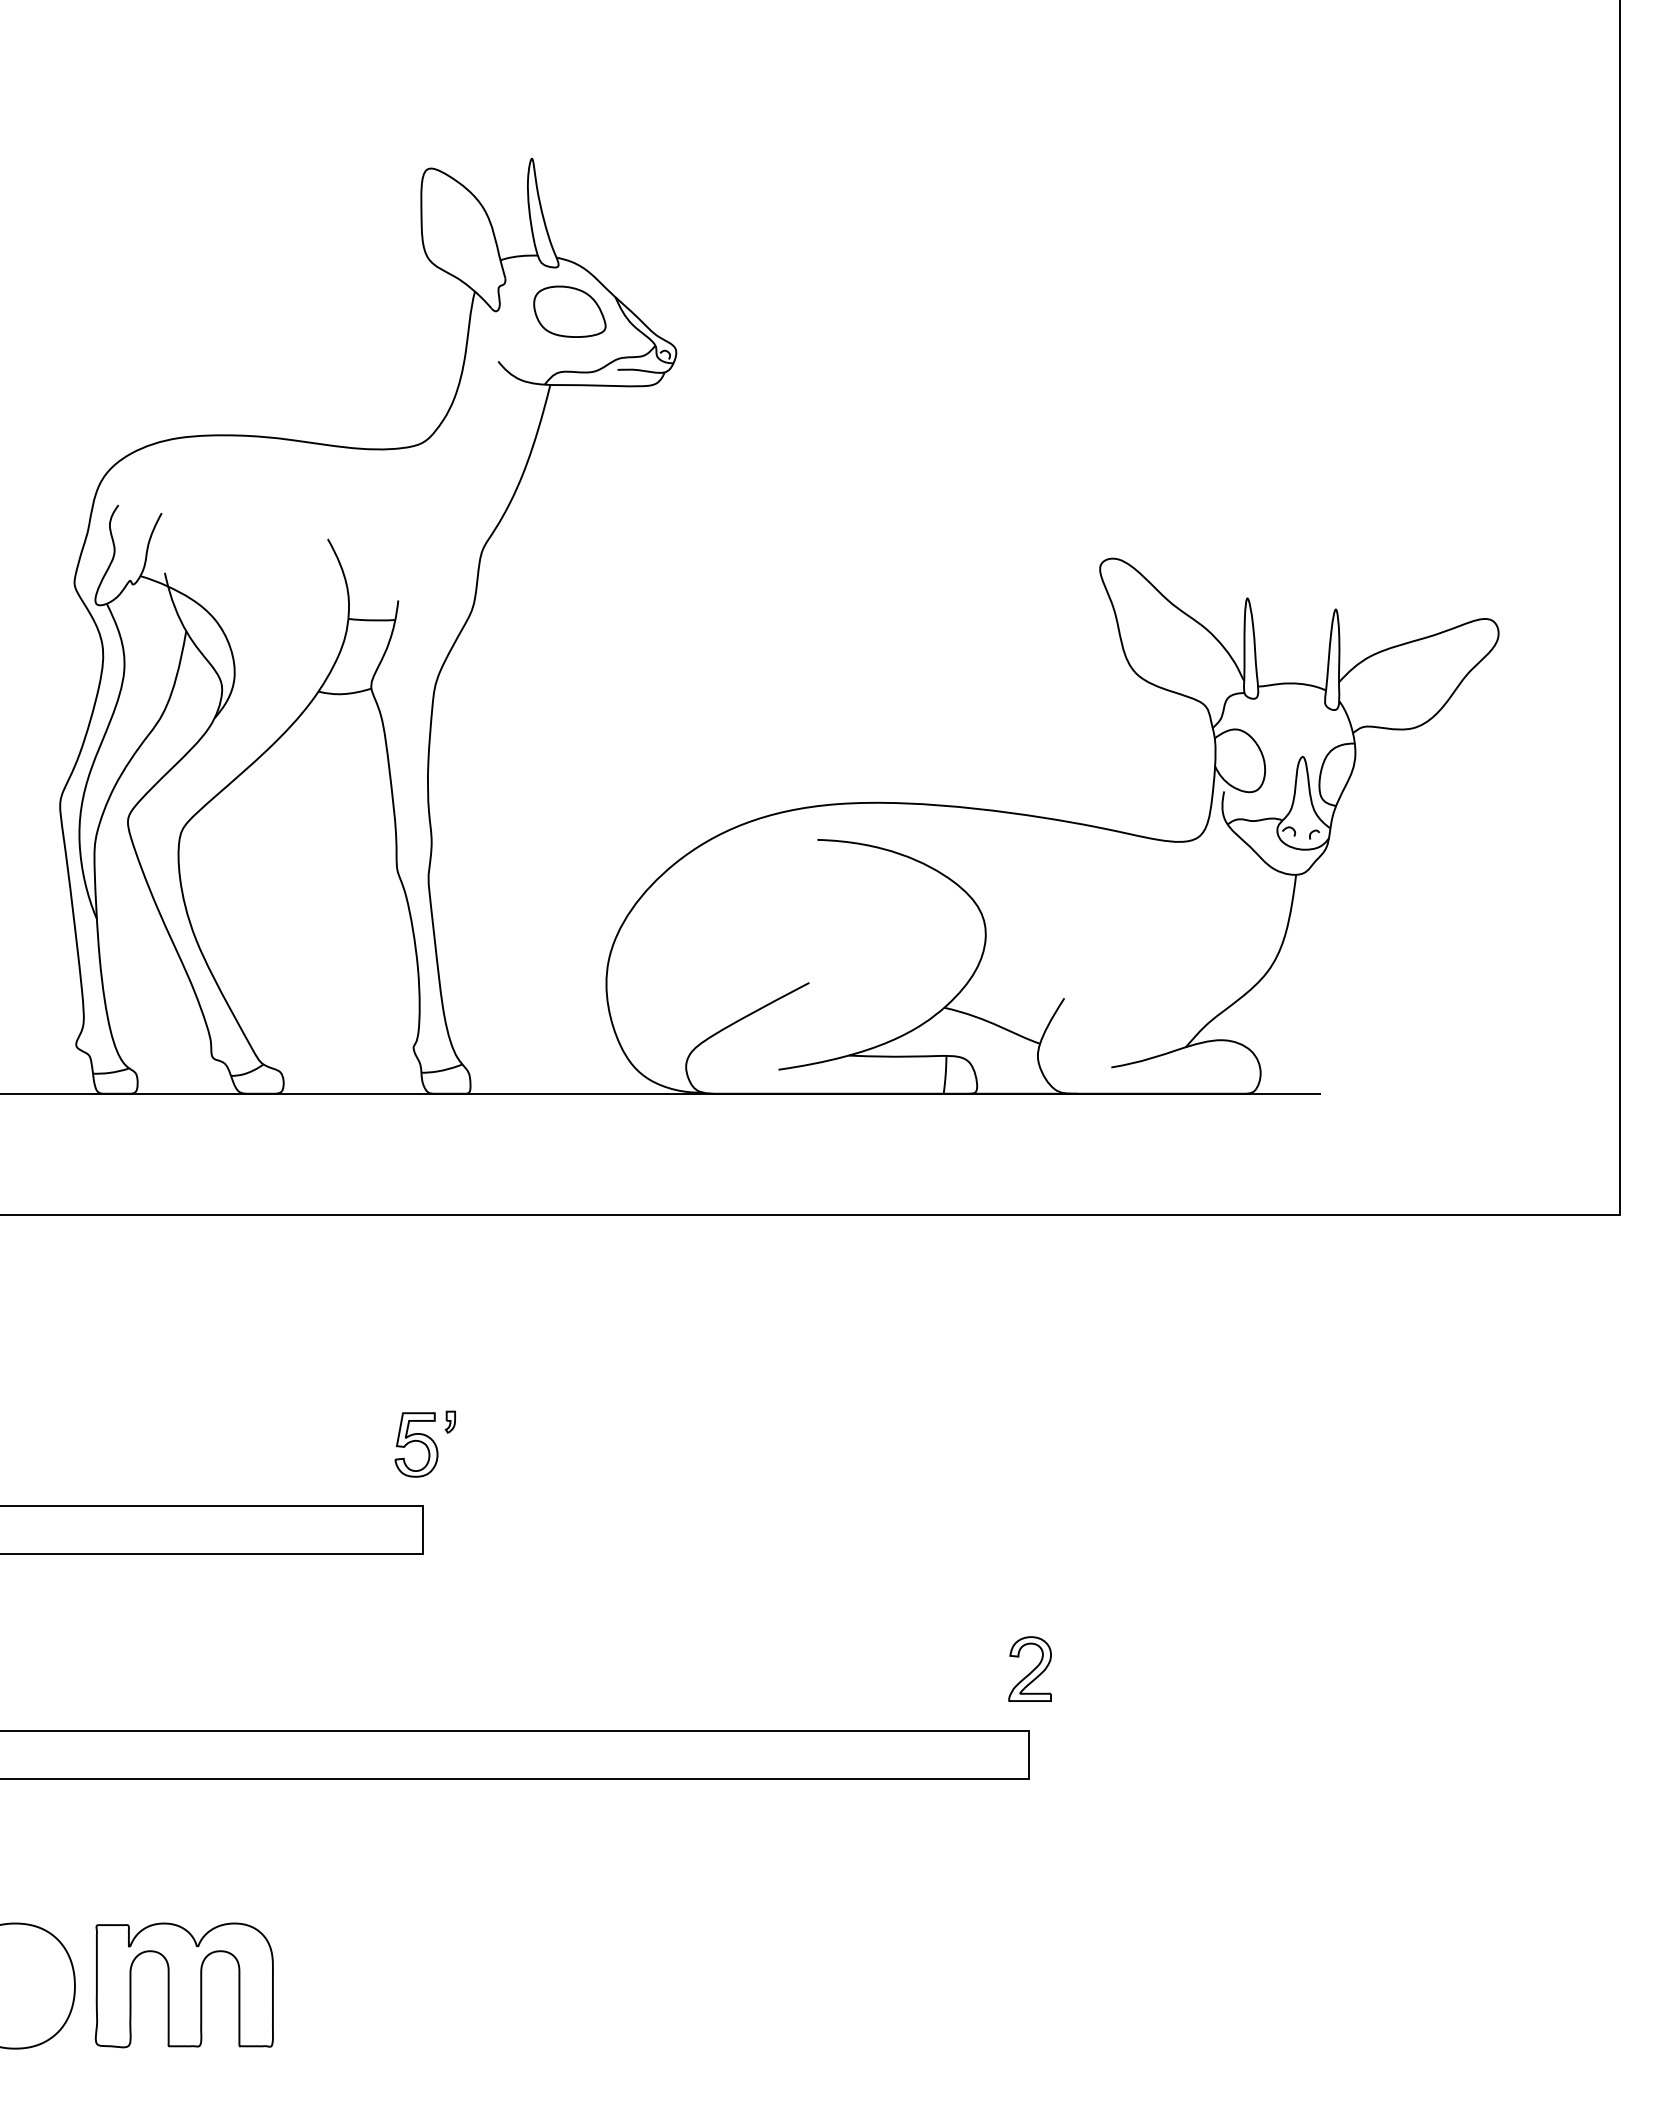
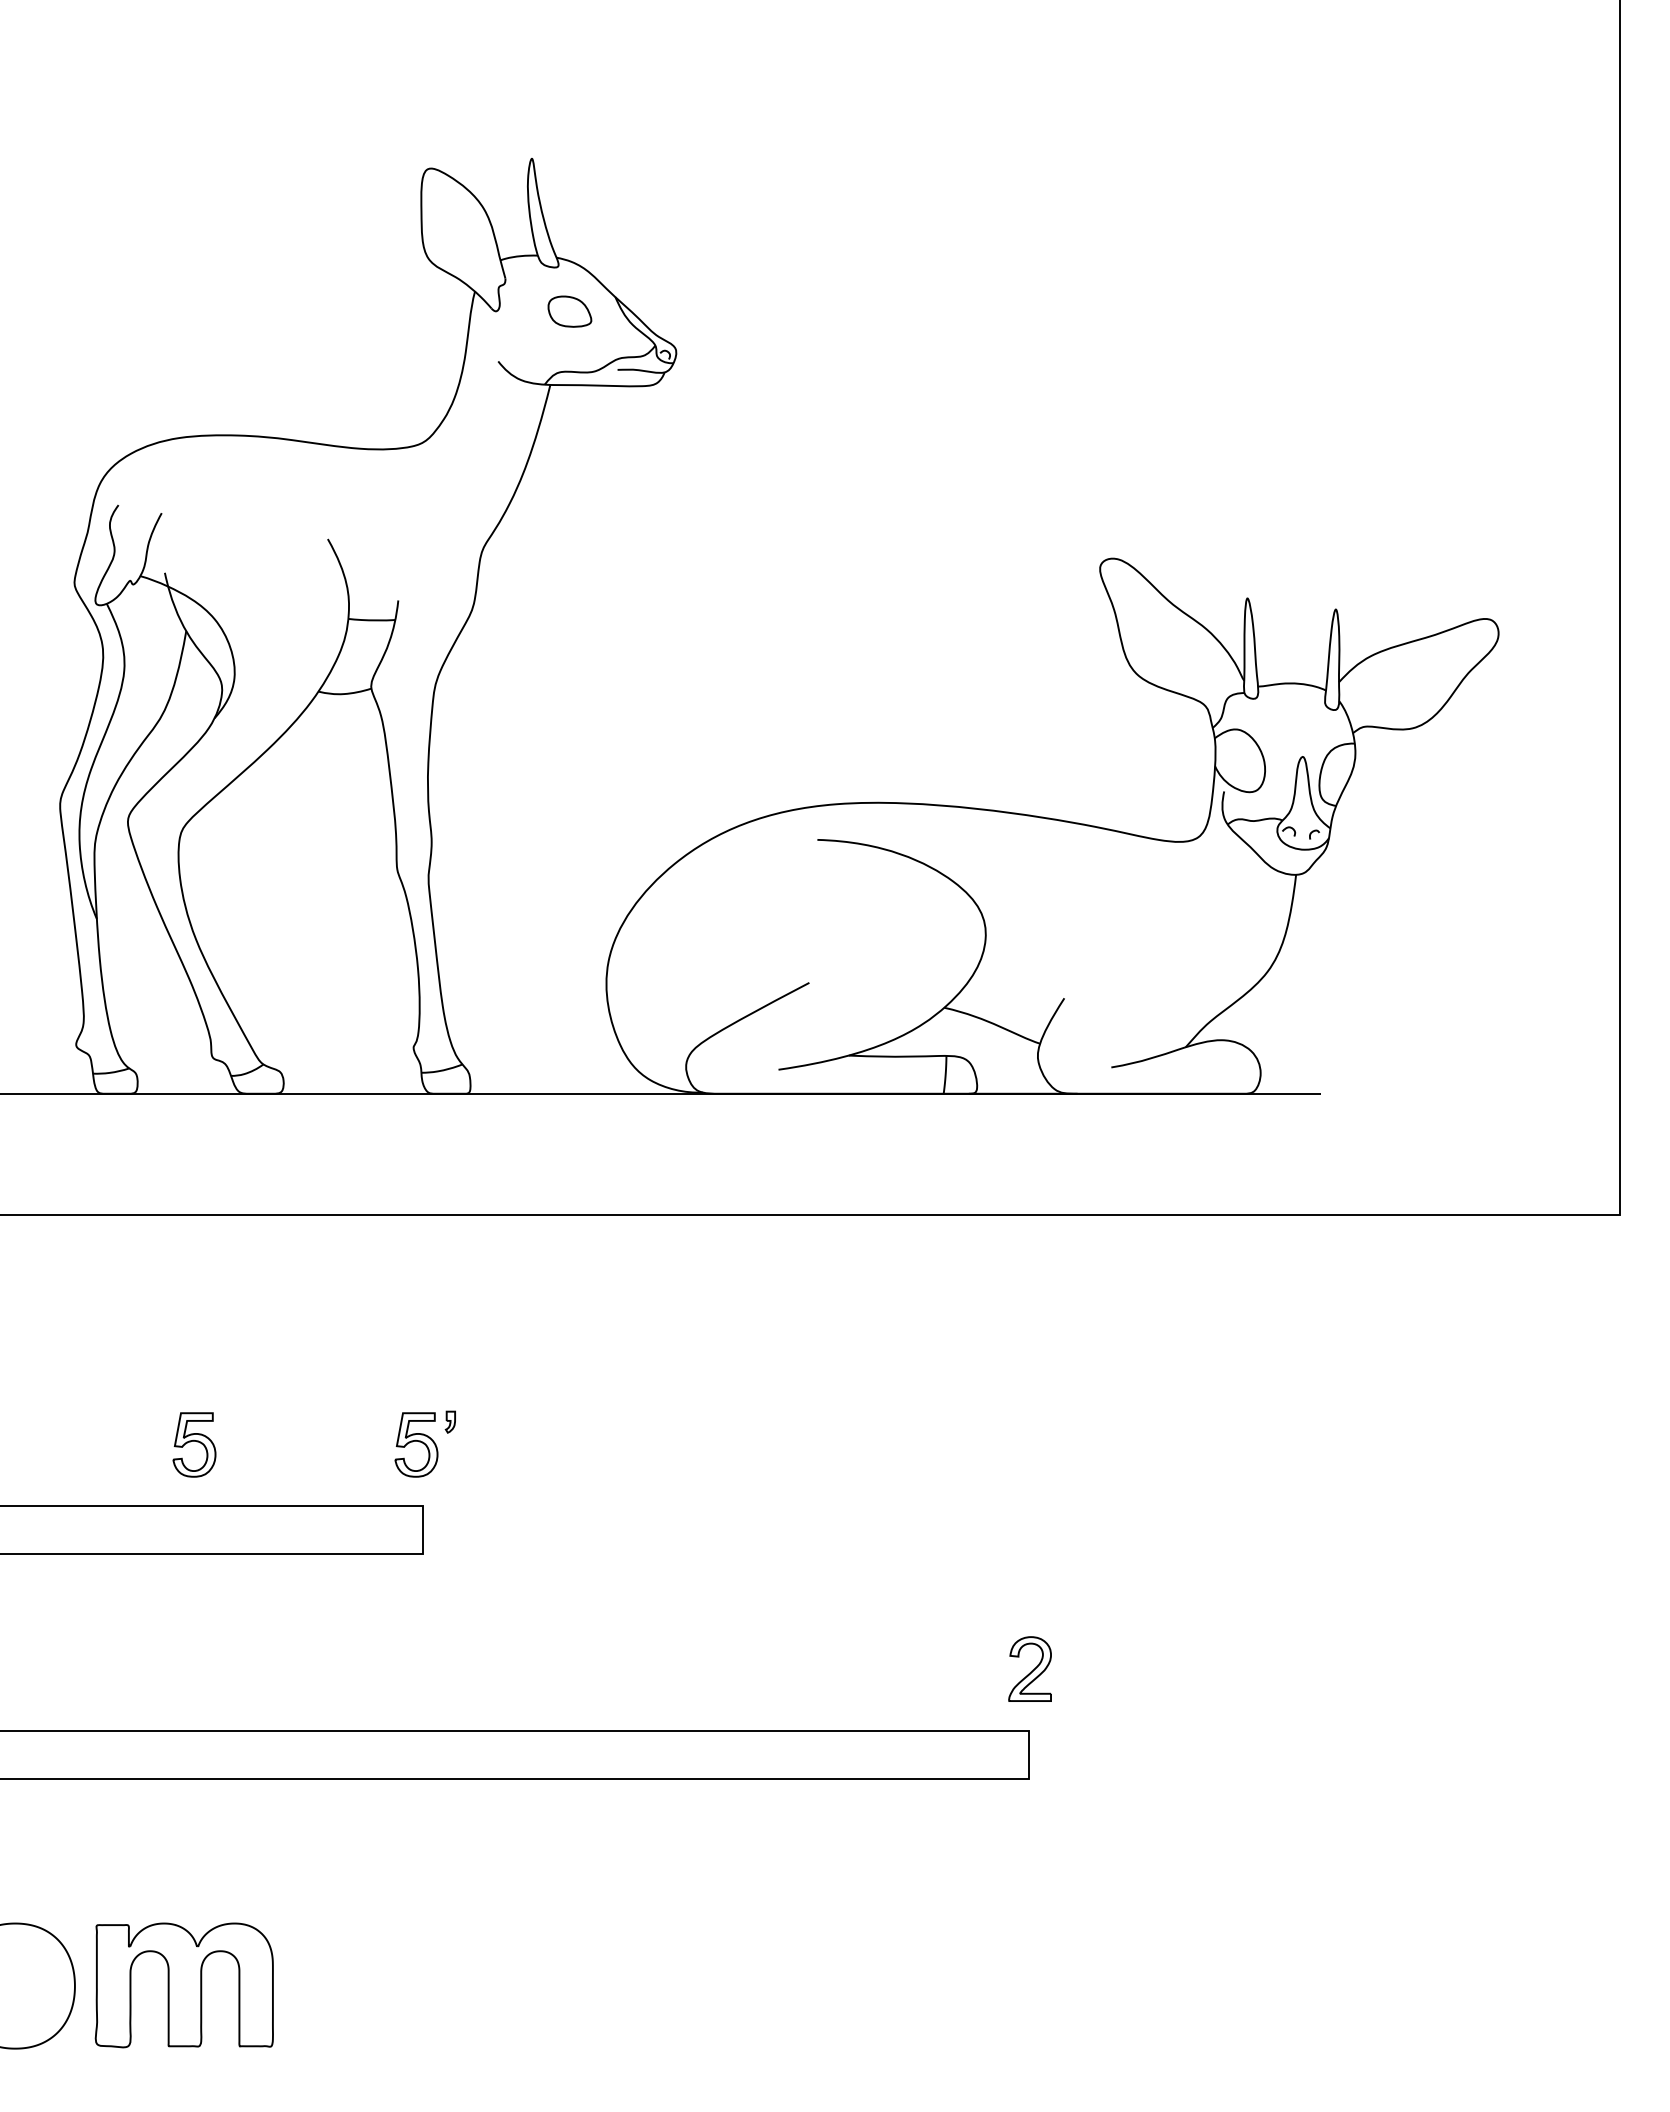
part at (569, 311) size: 74x53 px -> 46x33 px
part at (194, 1444): none -> present
